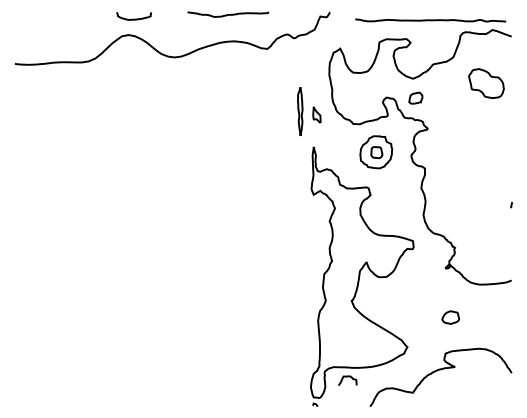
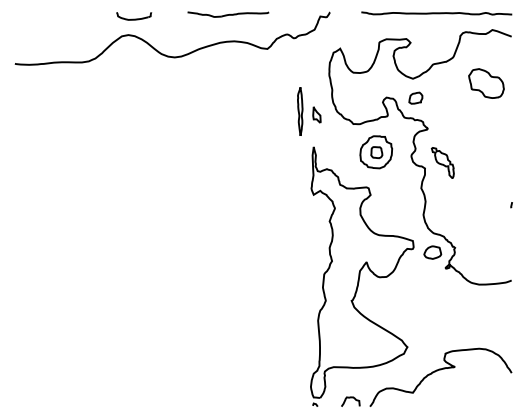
curve at (430, 20) position: (430, 20) -> (436, 13)
part at (442, 162): none -> present
part at (450, 317) position: (450, 317) -> (432, 252)
curve at (347, 377) position: (347, 377) -> (350, 398)
